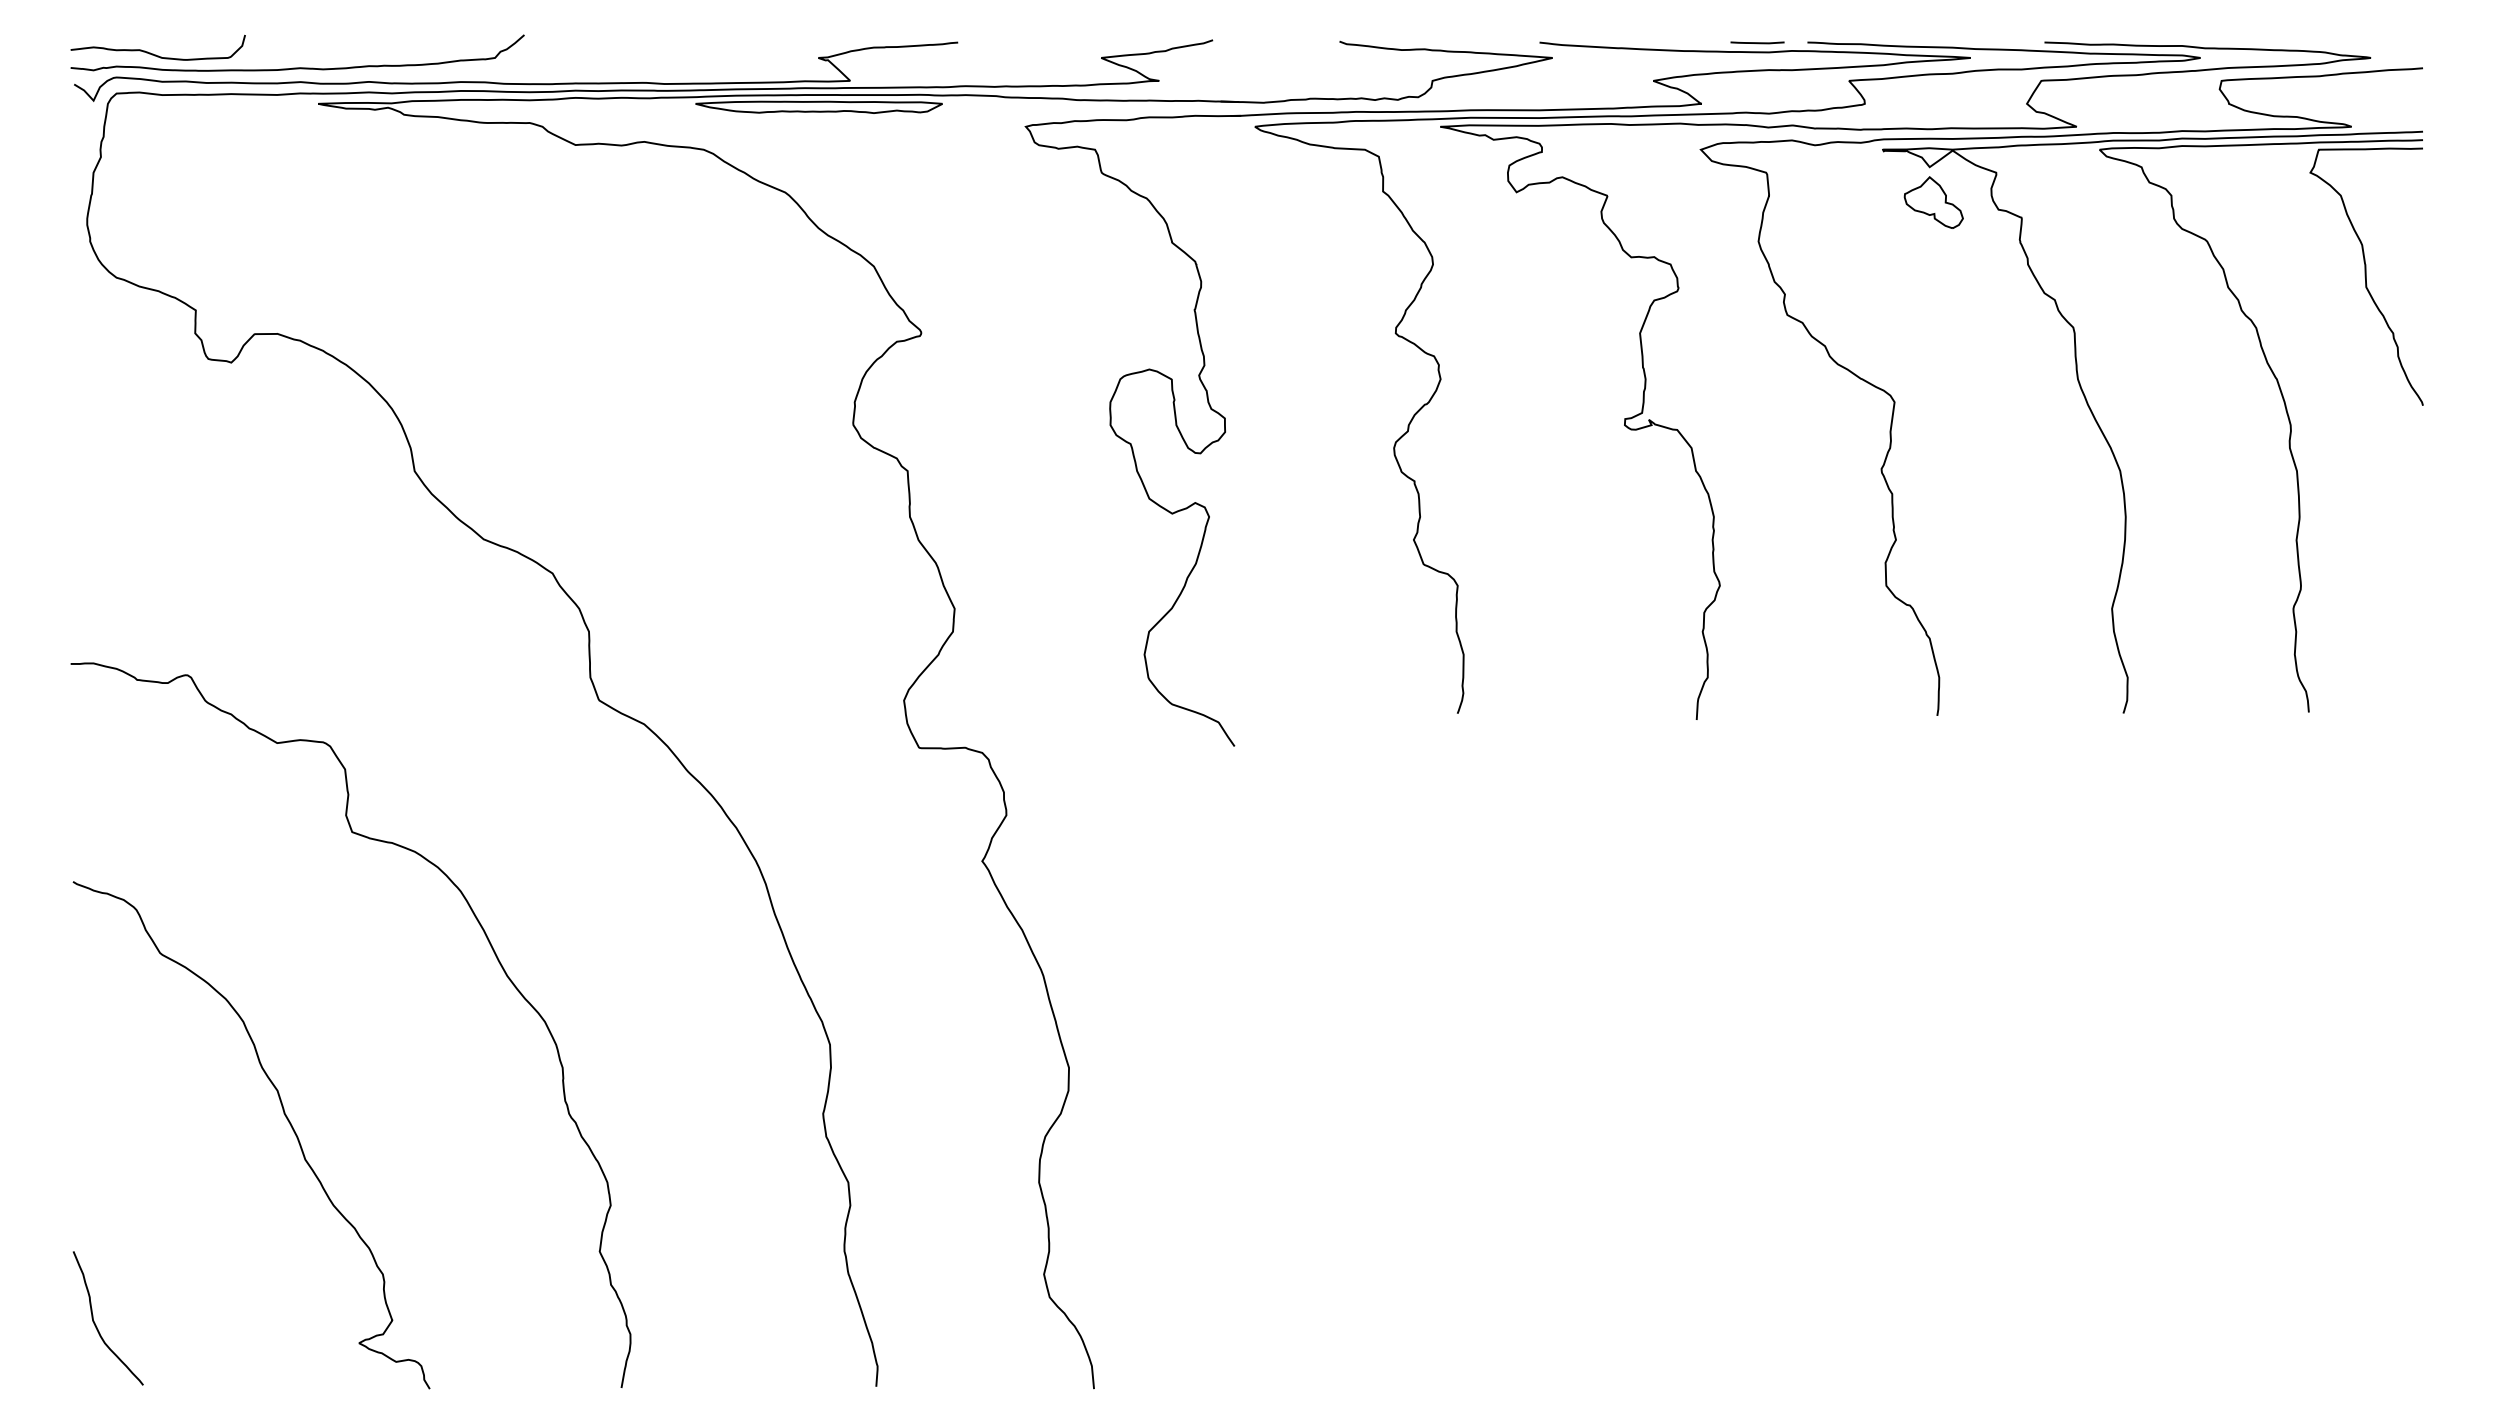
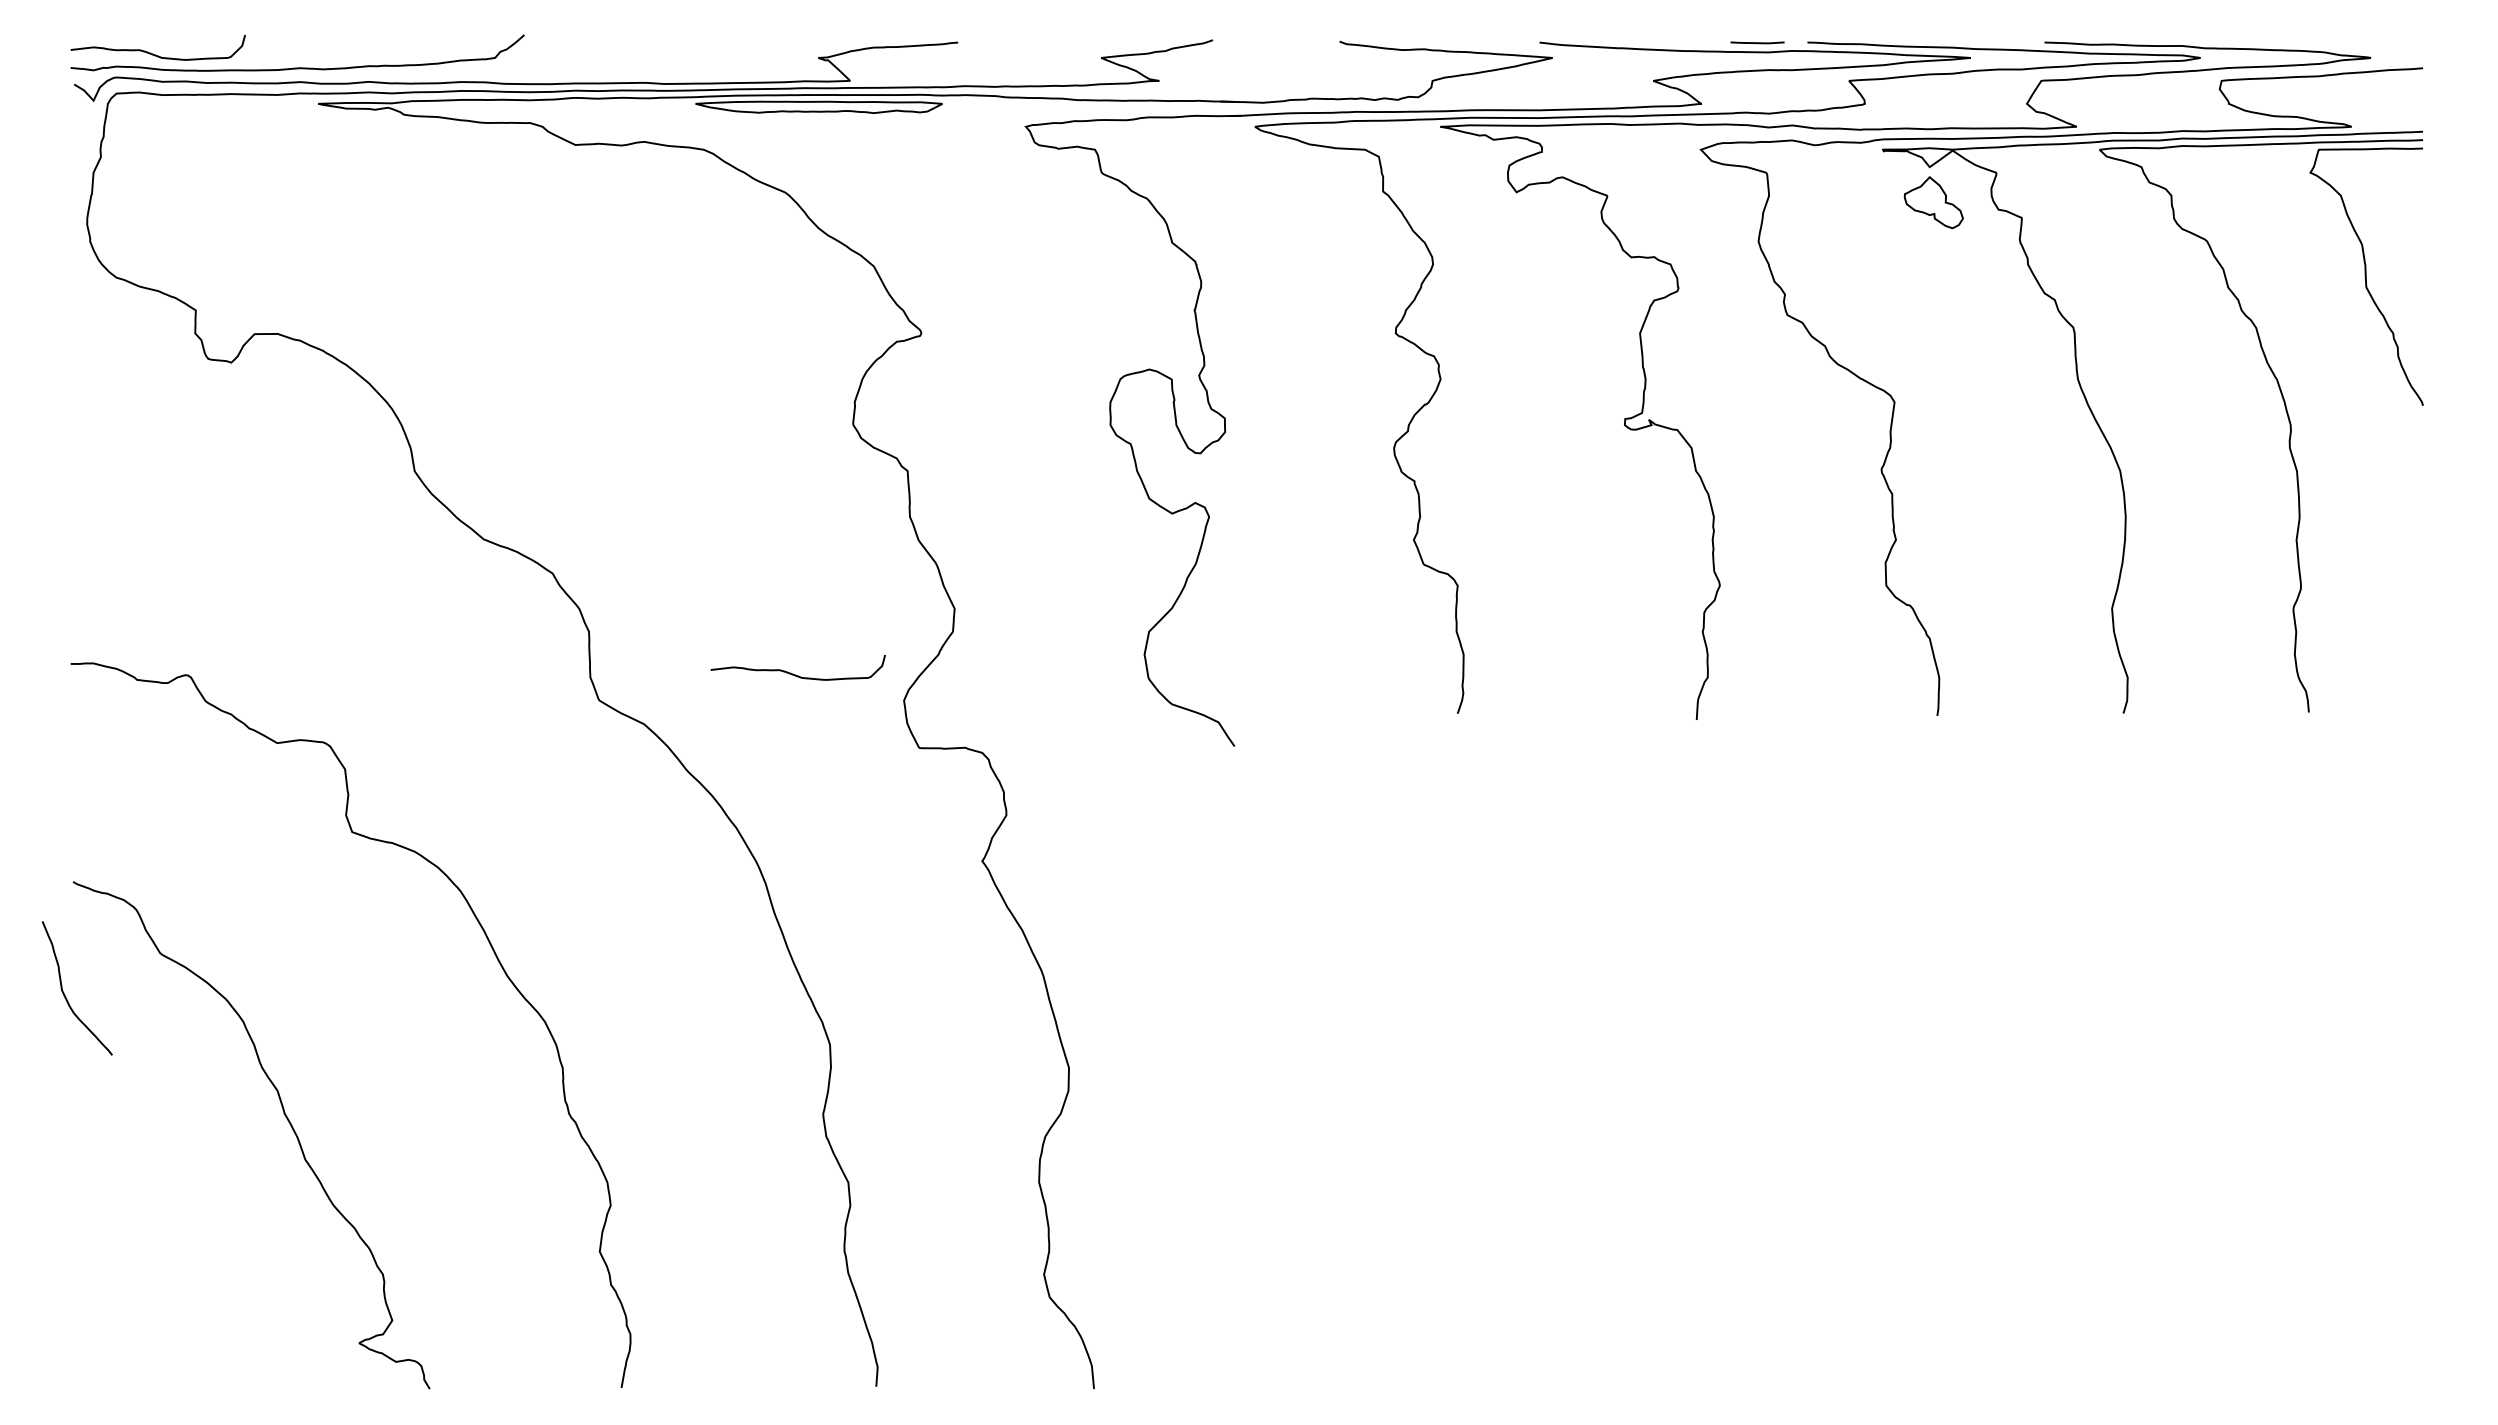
curve at (796, 674): none -> present
curve at (95, 1322) position: (95, 1322) -> (64, 992)
